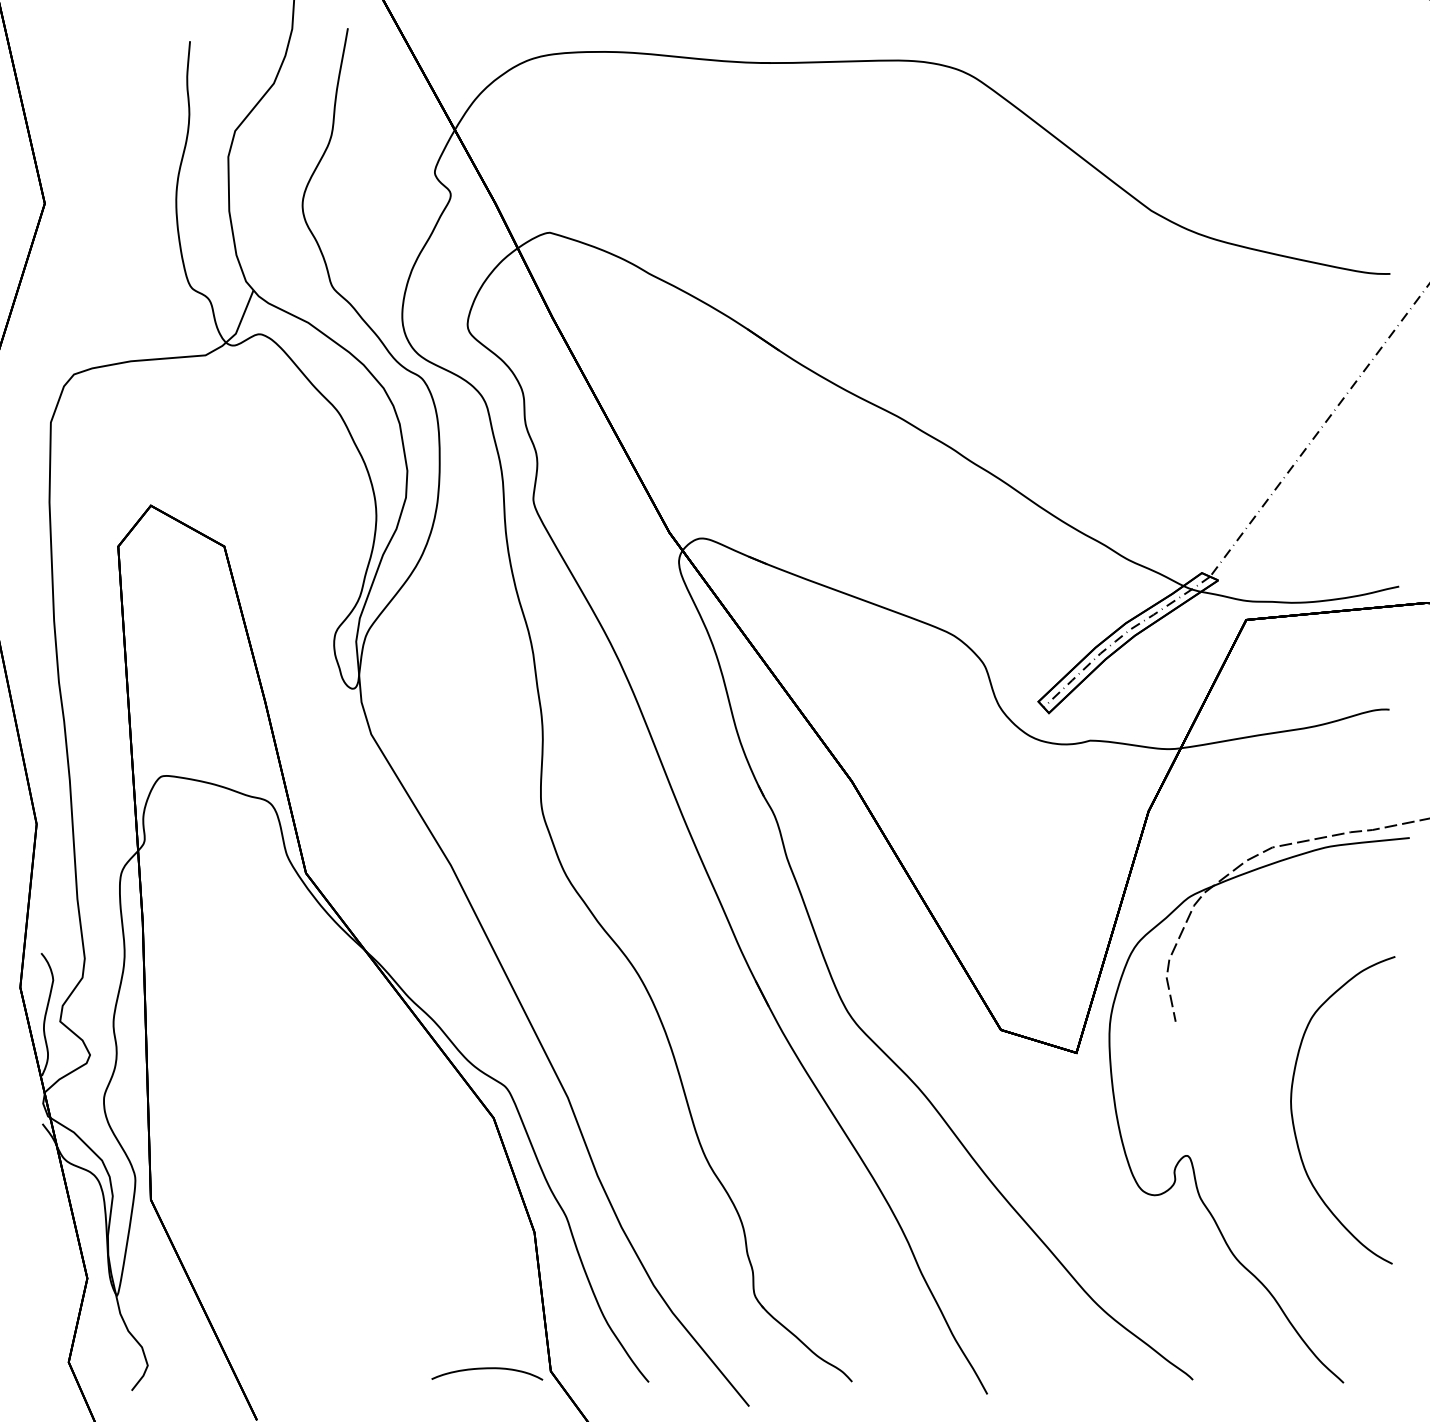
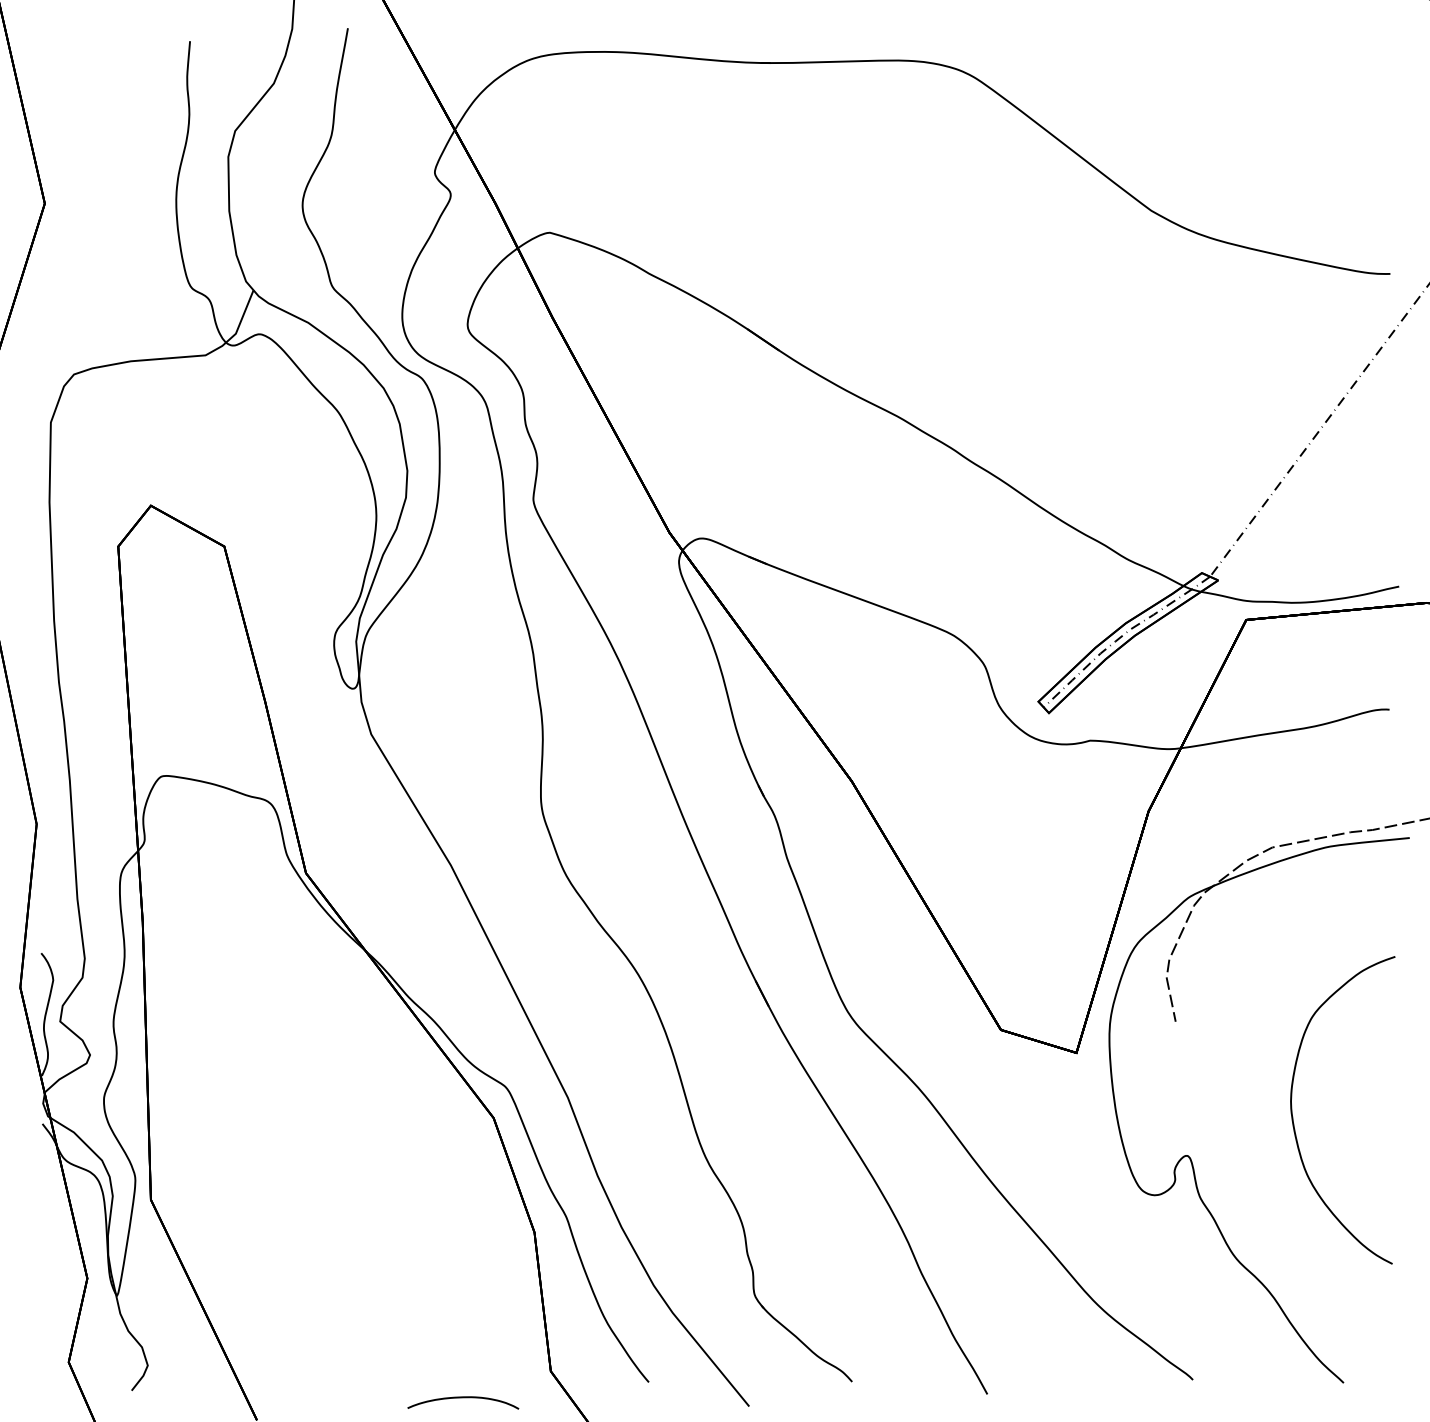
curve at (487, 1369) position: (487, 1369) -> (463, 1398)
